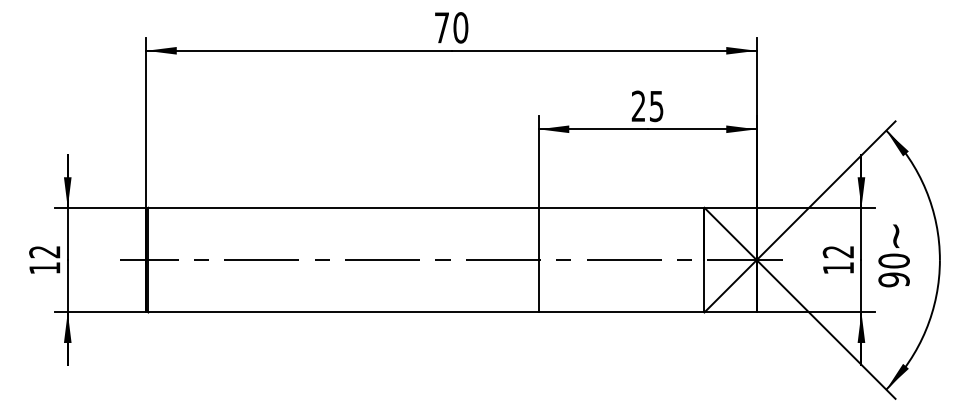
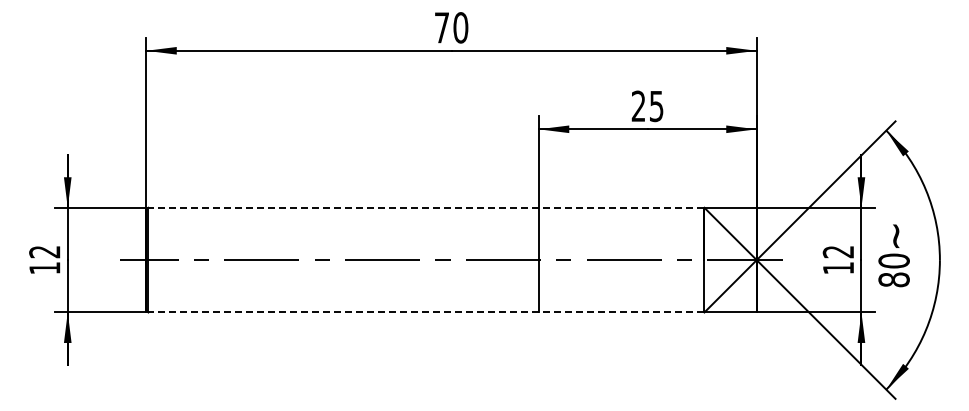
line at (425, 207): solid -> dashed
text at (893, 279): 90 -> 80
line at (425, 312): solid -> dashed
